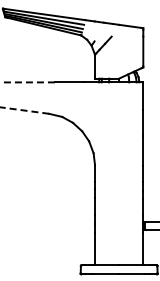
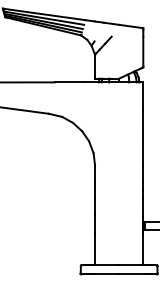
line at (27, 82): dashed -> solid
line at (25, 110): dashed -> solid
